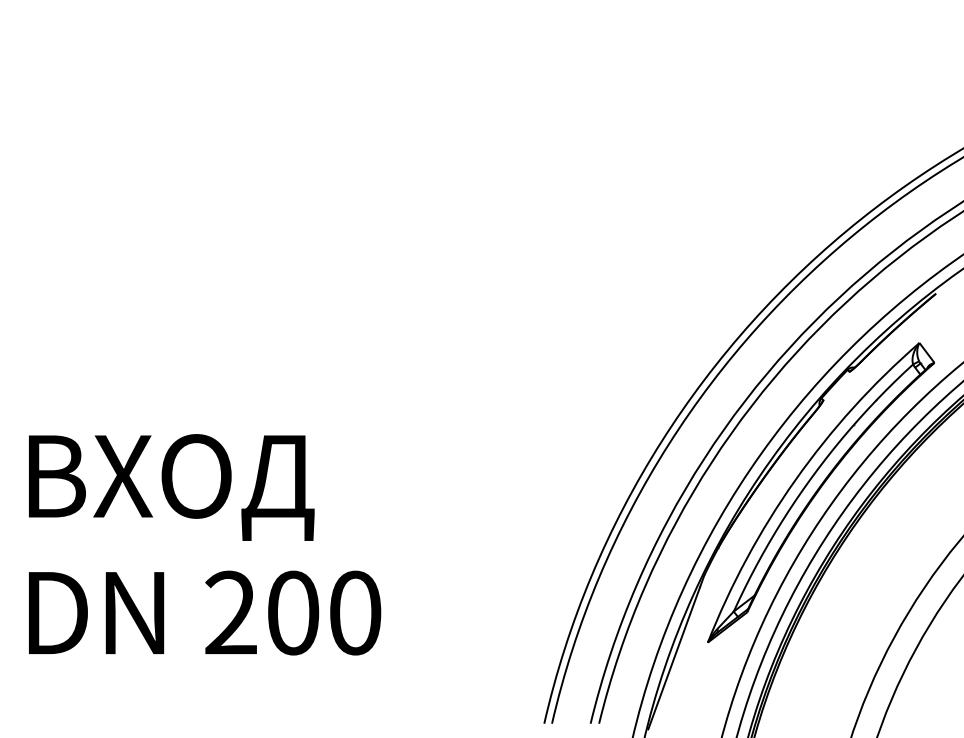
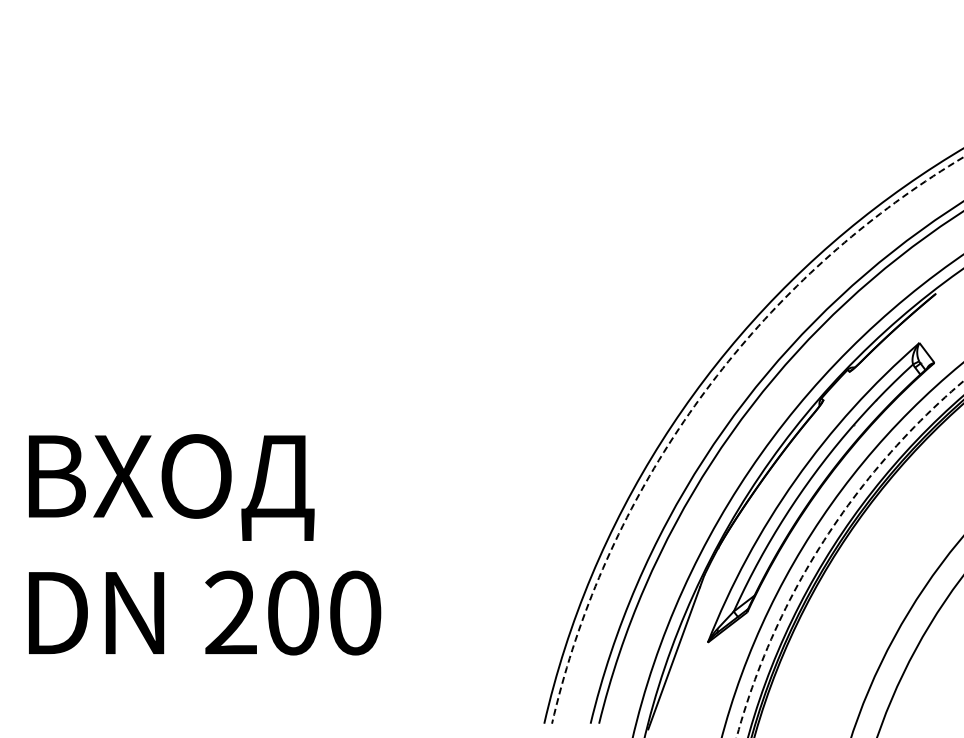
arc at (696, 403): solid -> dashed
circle at (849, 559): solid -> dashed
